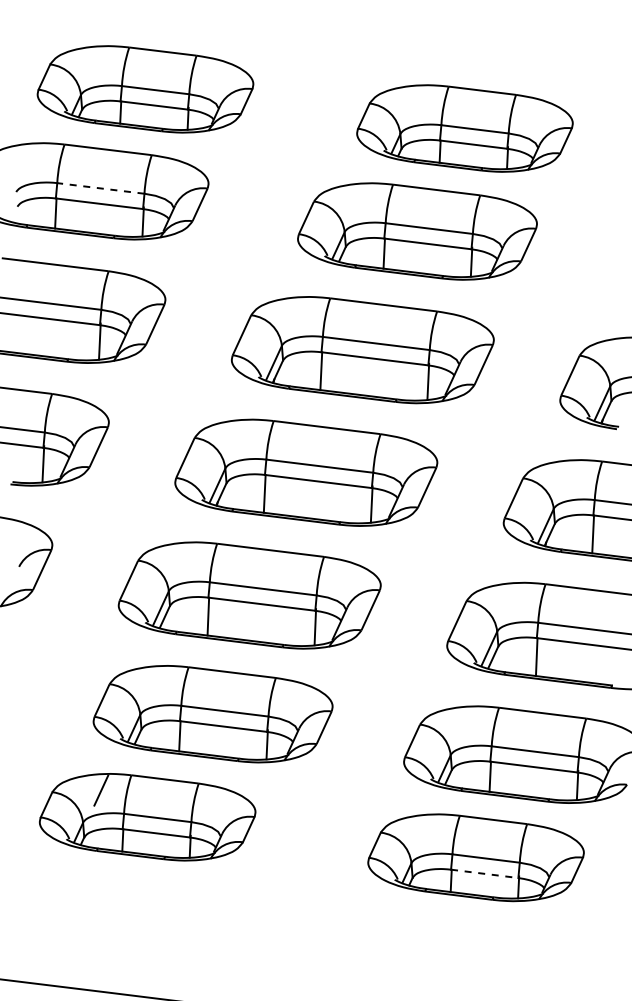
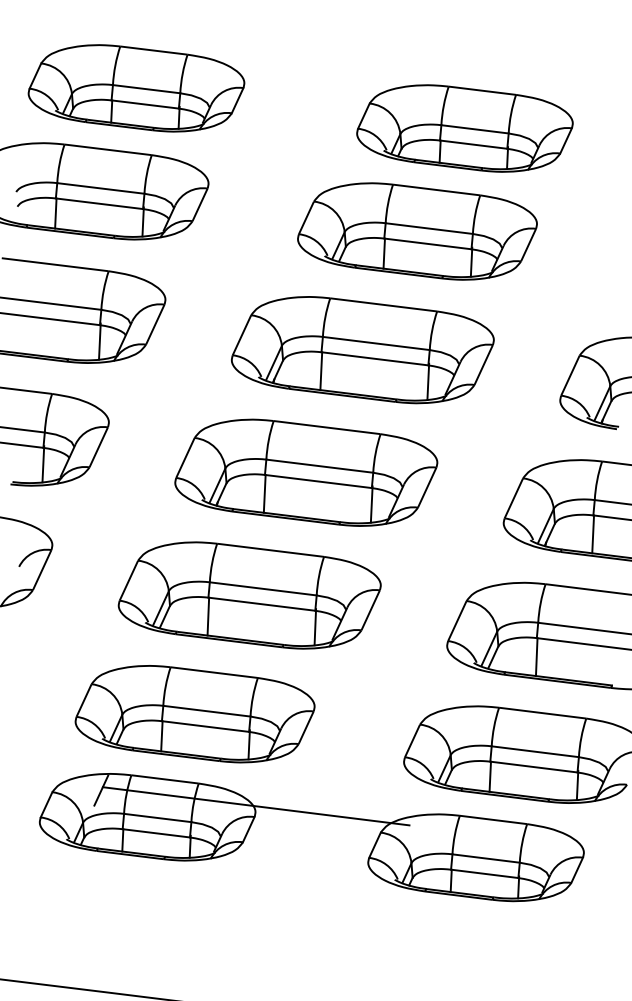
part at (145, 89) position: (145, 89) -> (136, 88)
line at (101, 188): dashed -> solid
part at (212, 714) position: (212, 714) -> (194, 714)
line at (255, 806): none -> present
line at (485, 873): dashed -> solid
